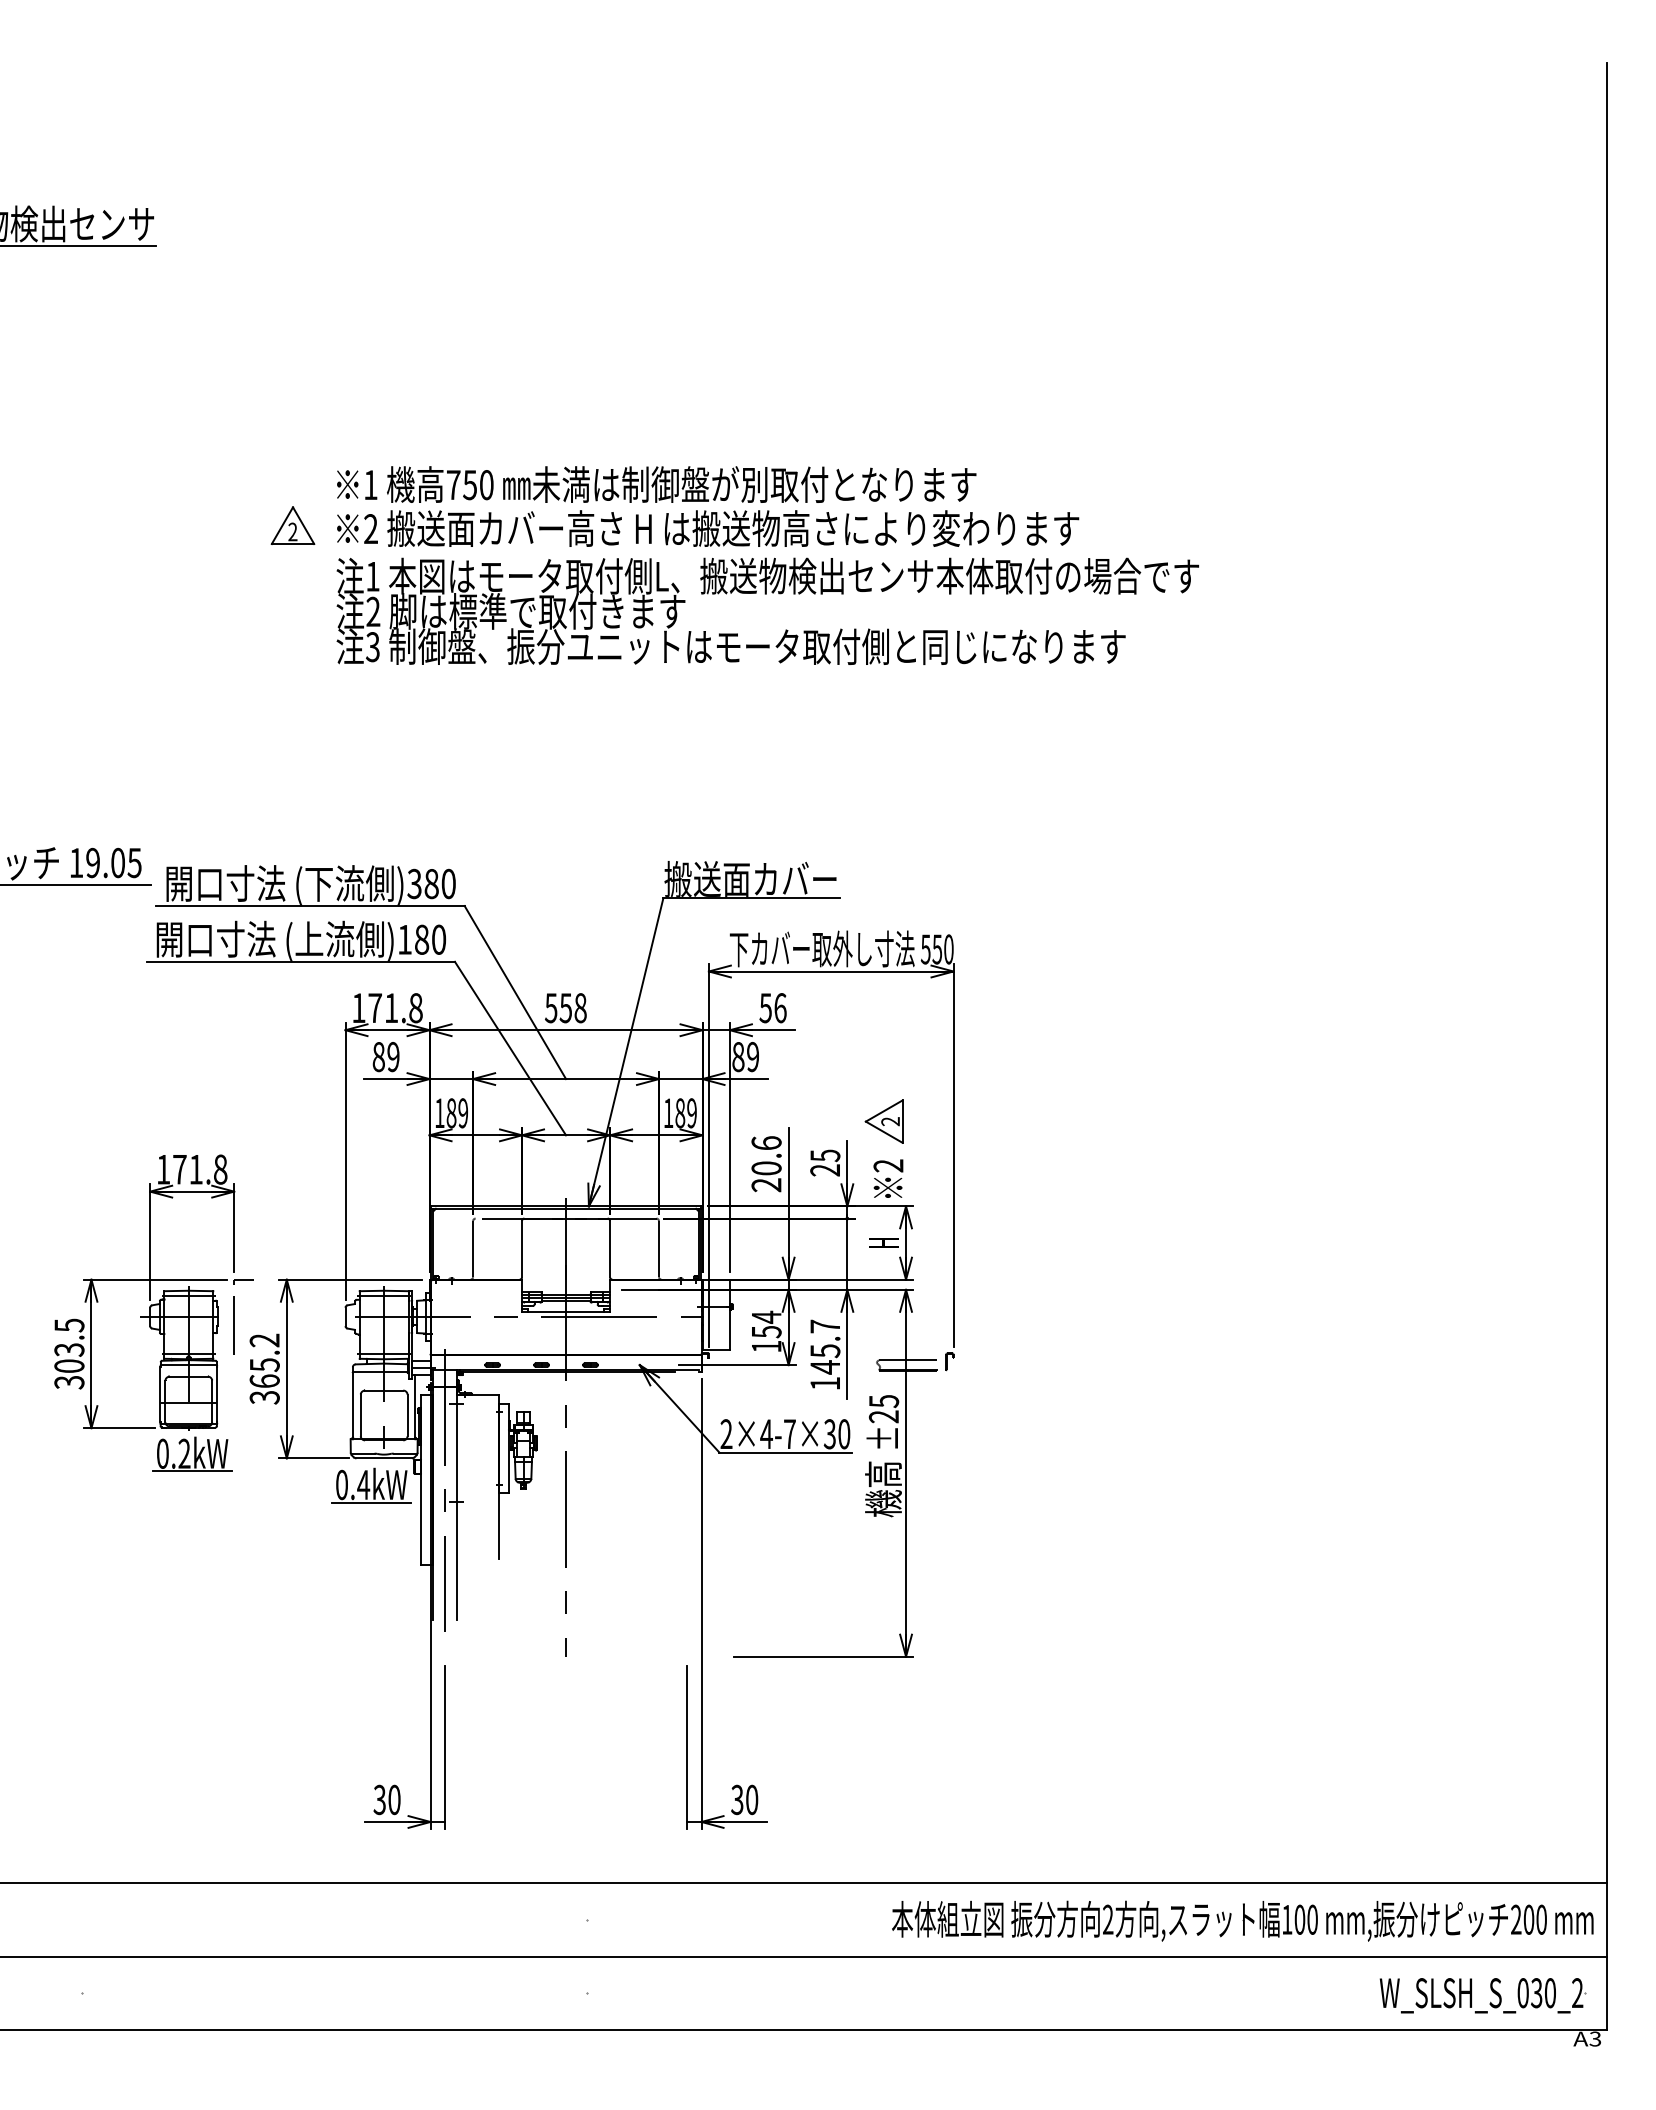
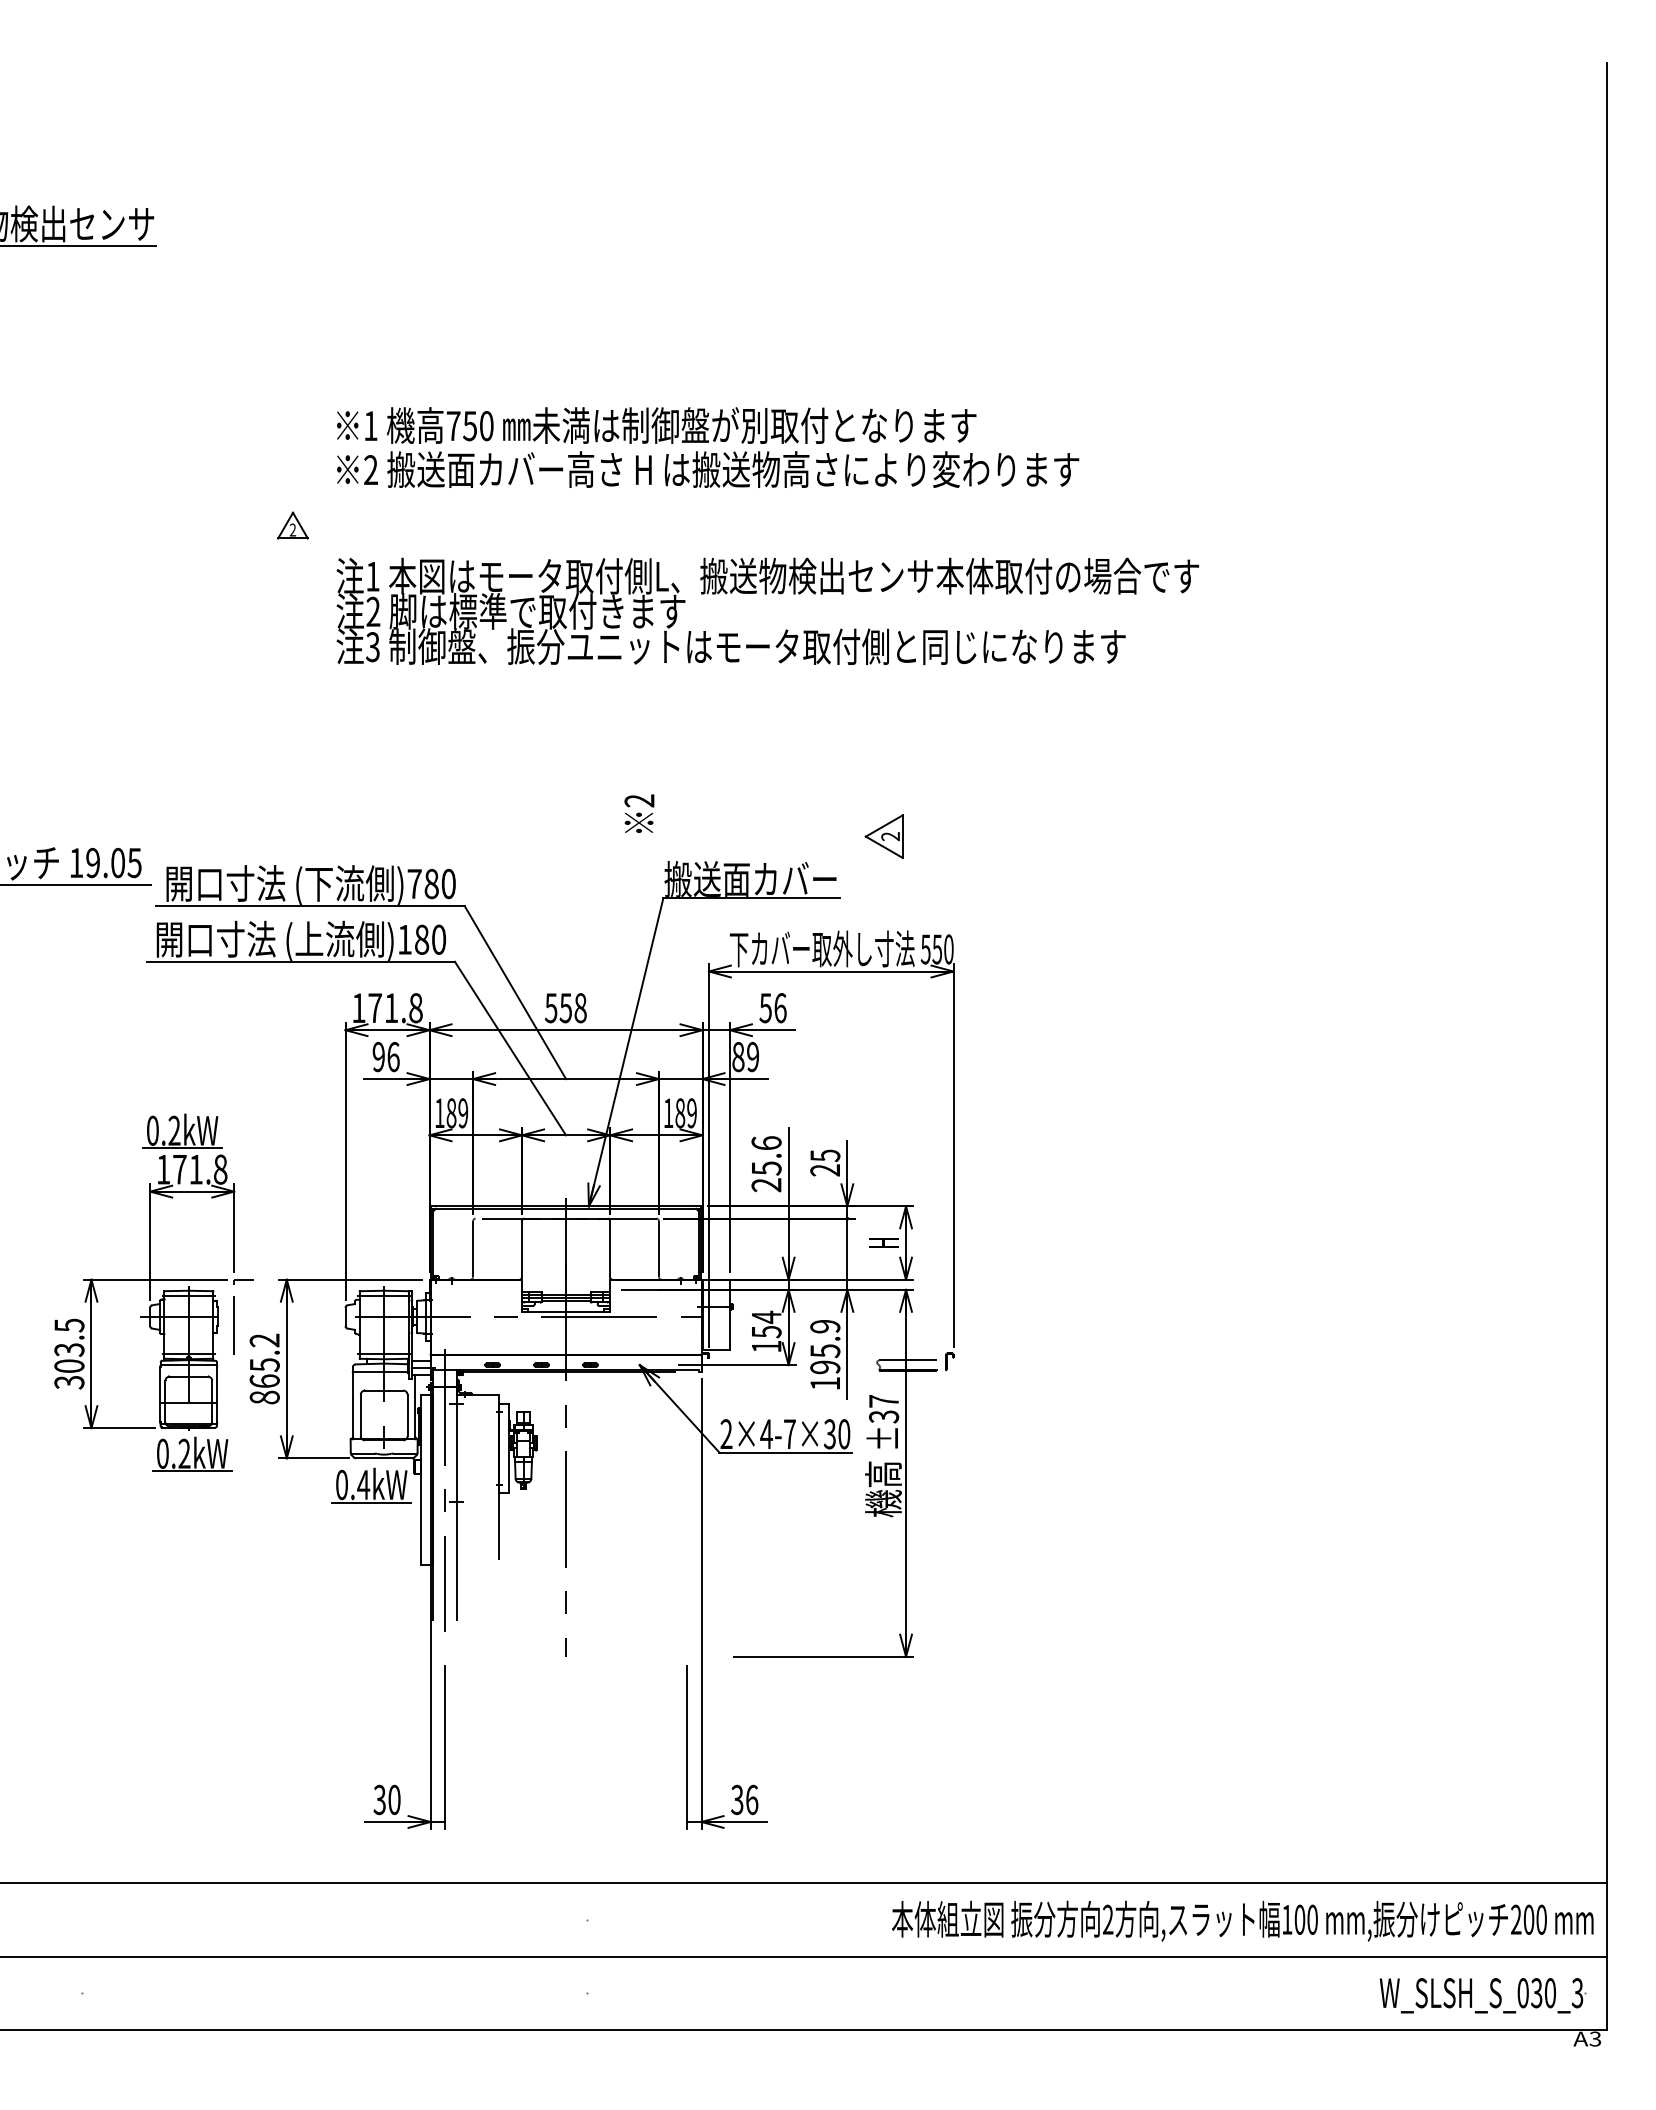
text at (708, 506) position: (708, 506) -> (708, 447)
part at (292, 525) size: 46x39 px -> 32x29 px
text at (414, 883): )380 -> )780
text at (385, 1056): 89 -> 96
part at (883, 1121) position: (883, 1121) -> (883, 836)
part at (182, 1130): none -> present
text at (766, 1168): 20.6 -> 25.6
text at (888, 1178) position: (888, 1178) -> (639, 813)
text at (825, 1346): 145.7 -> 195.9
text at (264, 1397): 365.2 -> 865.2
text at (884, 1409): ±25 -> ±37
text at (752, 1799): 30 -> 36
text at (1577, 1993): W_SLSH_S_030_2 -> W_SLSH_S_030_3
